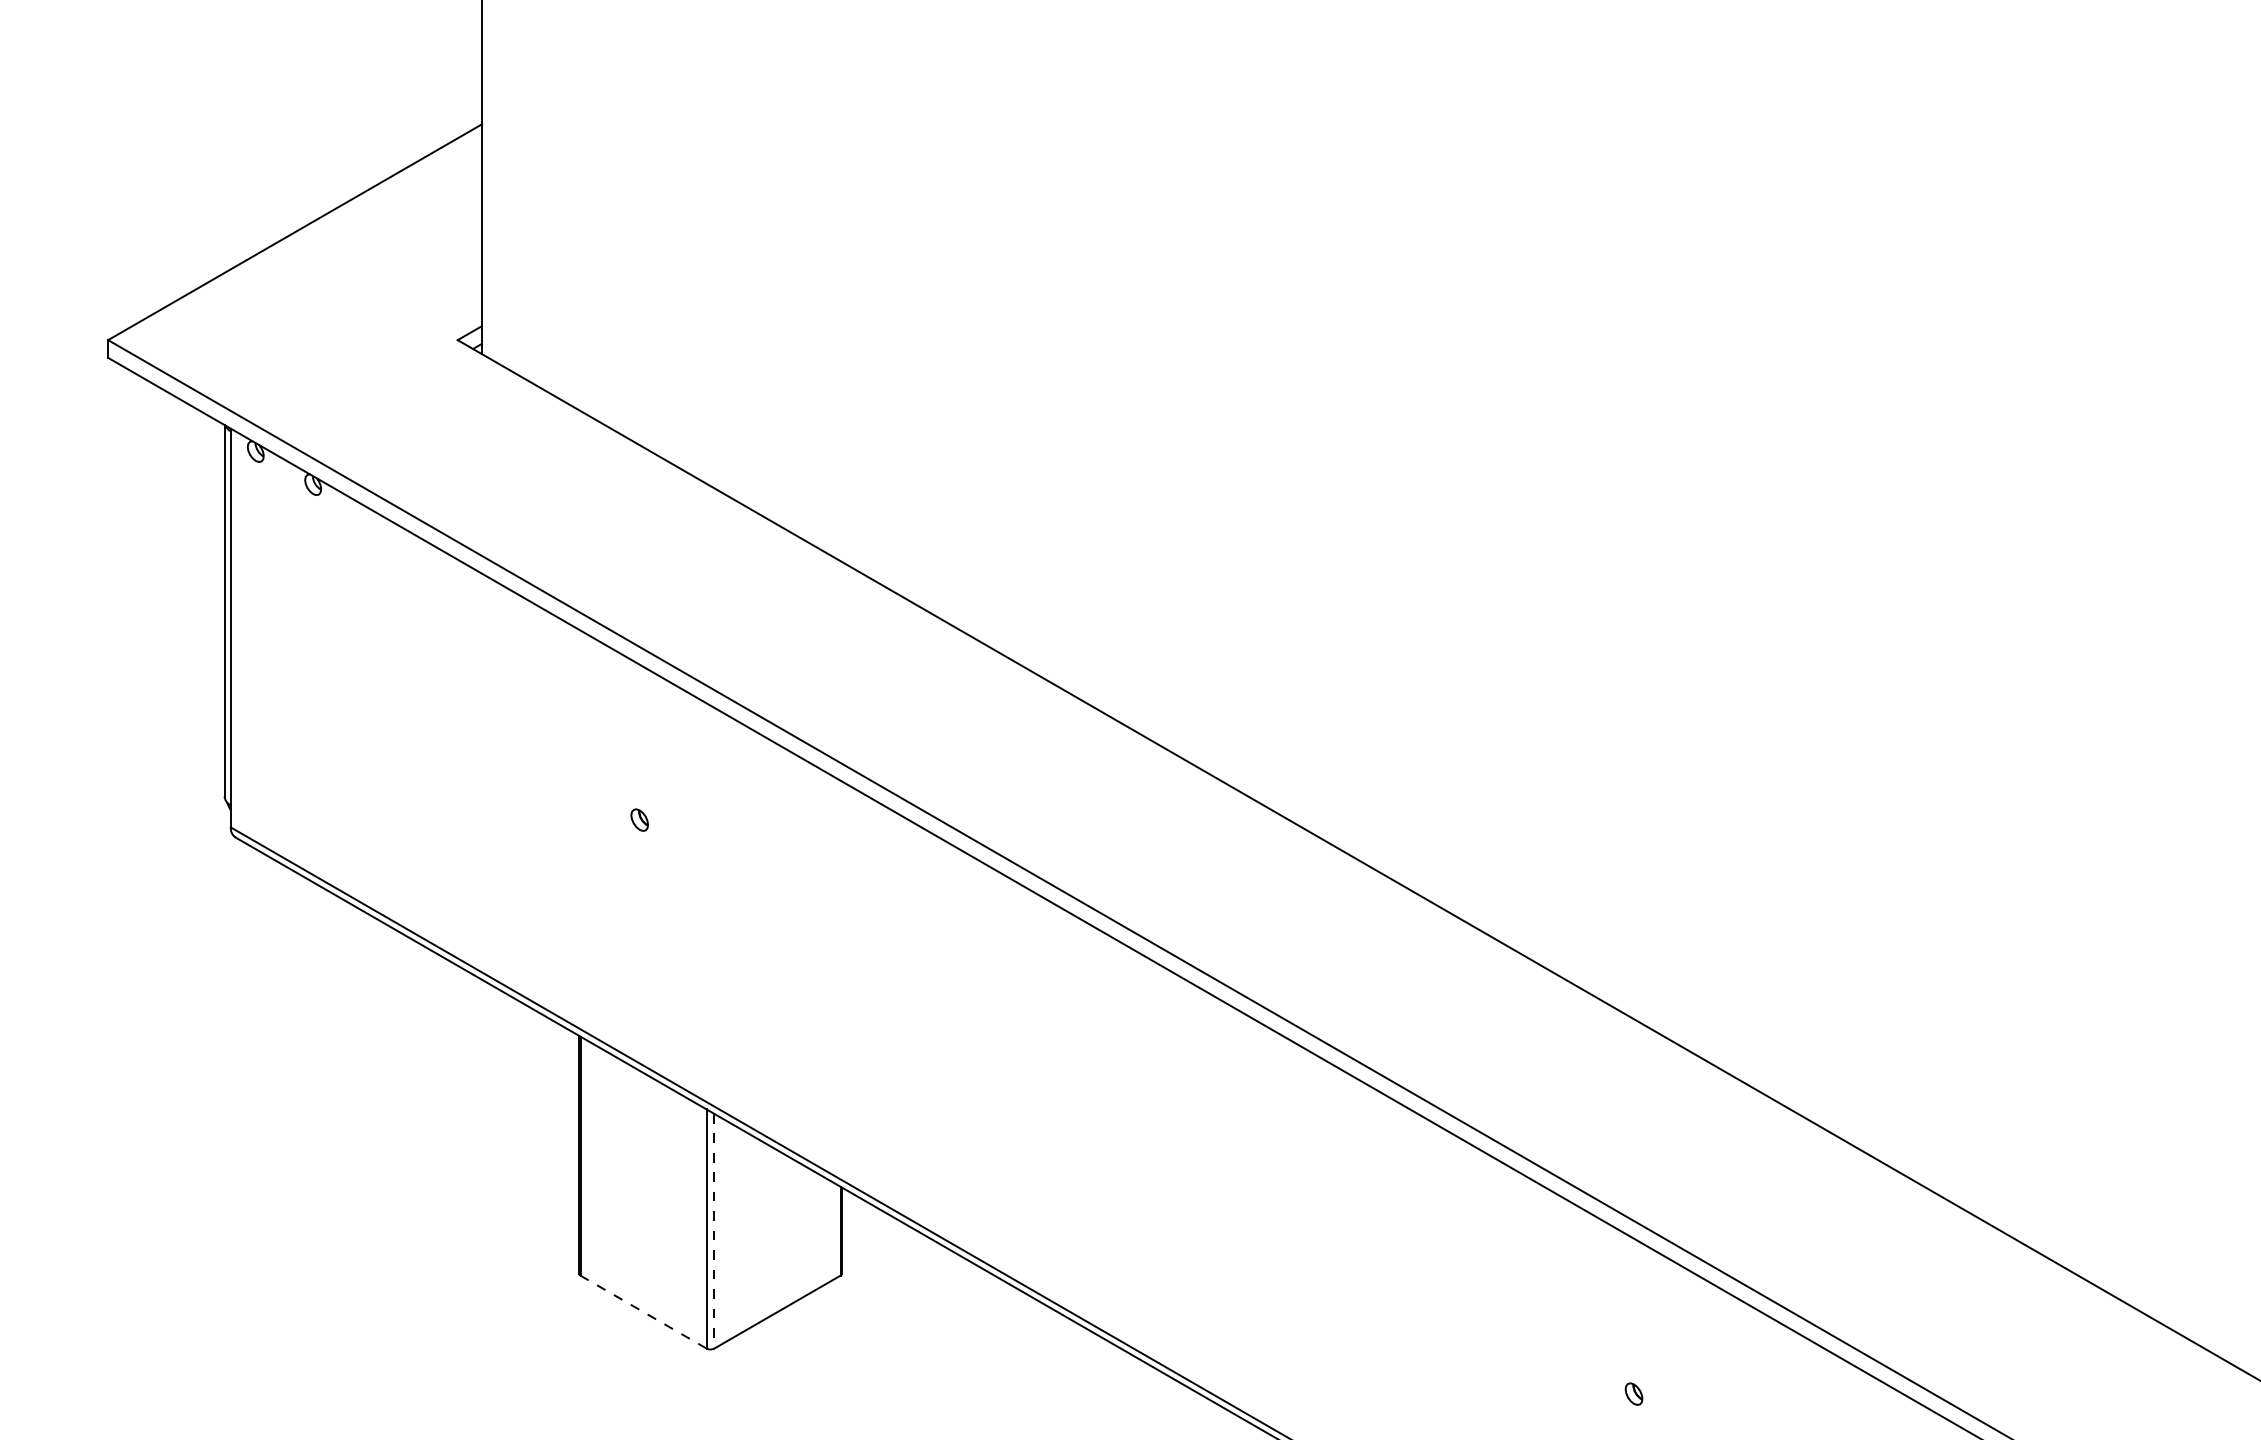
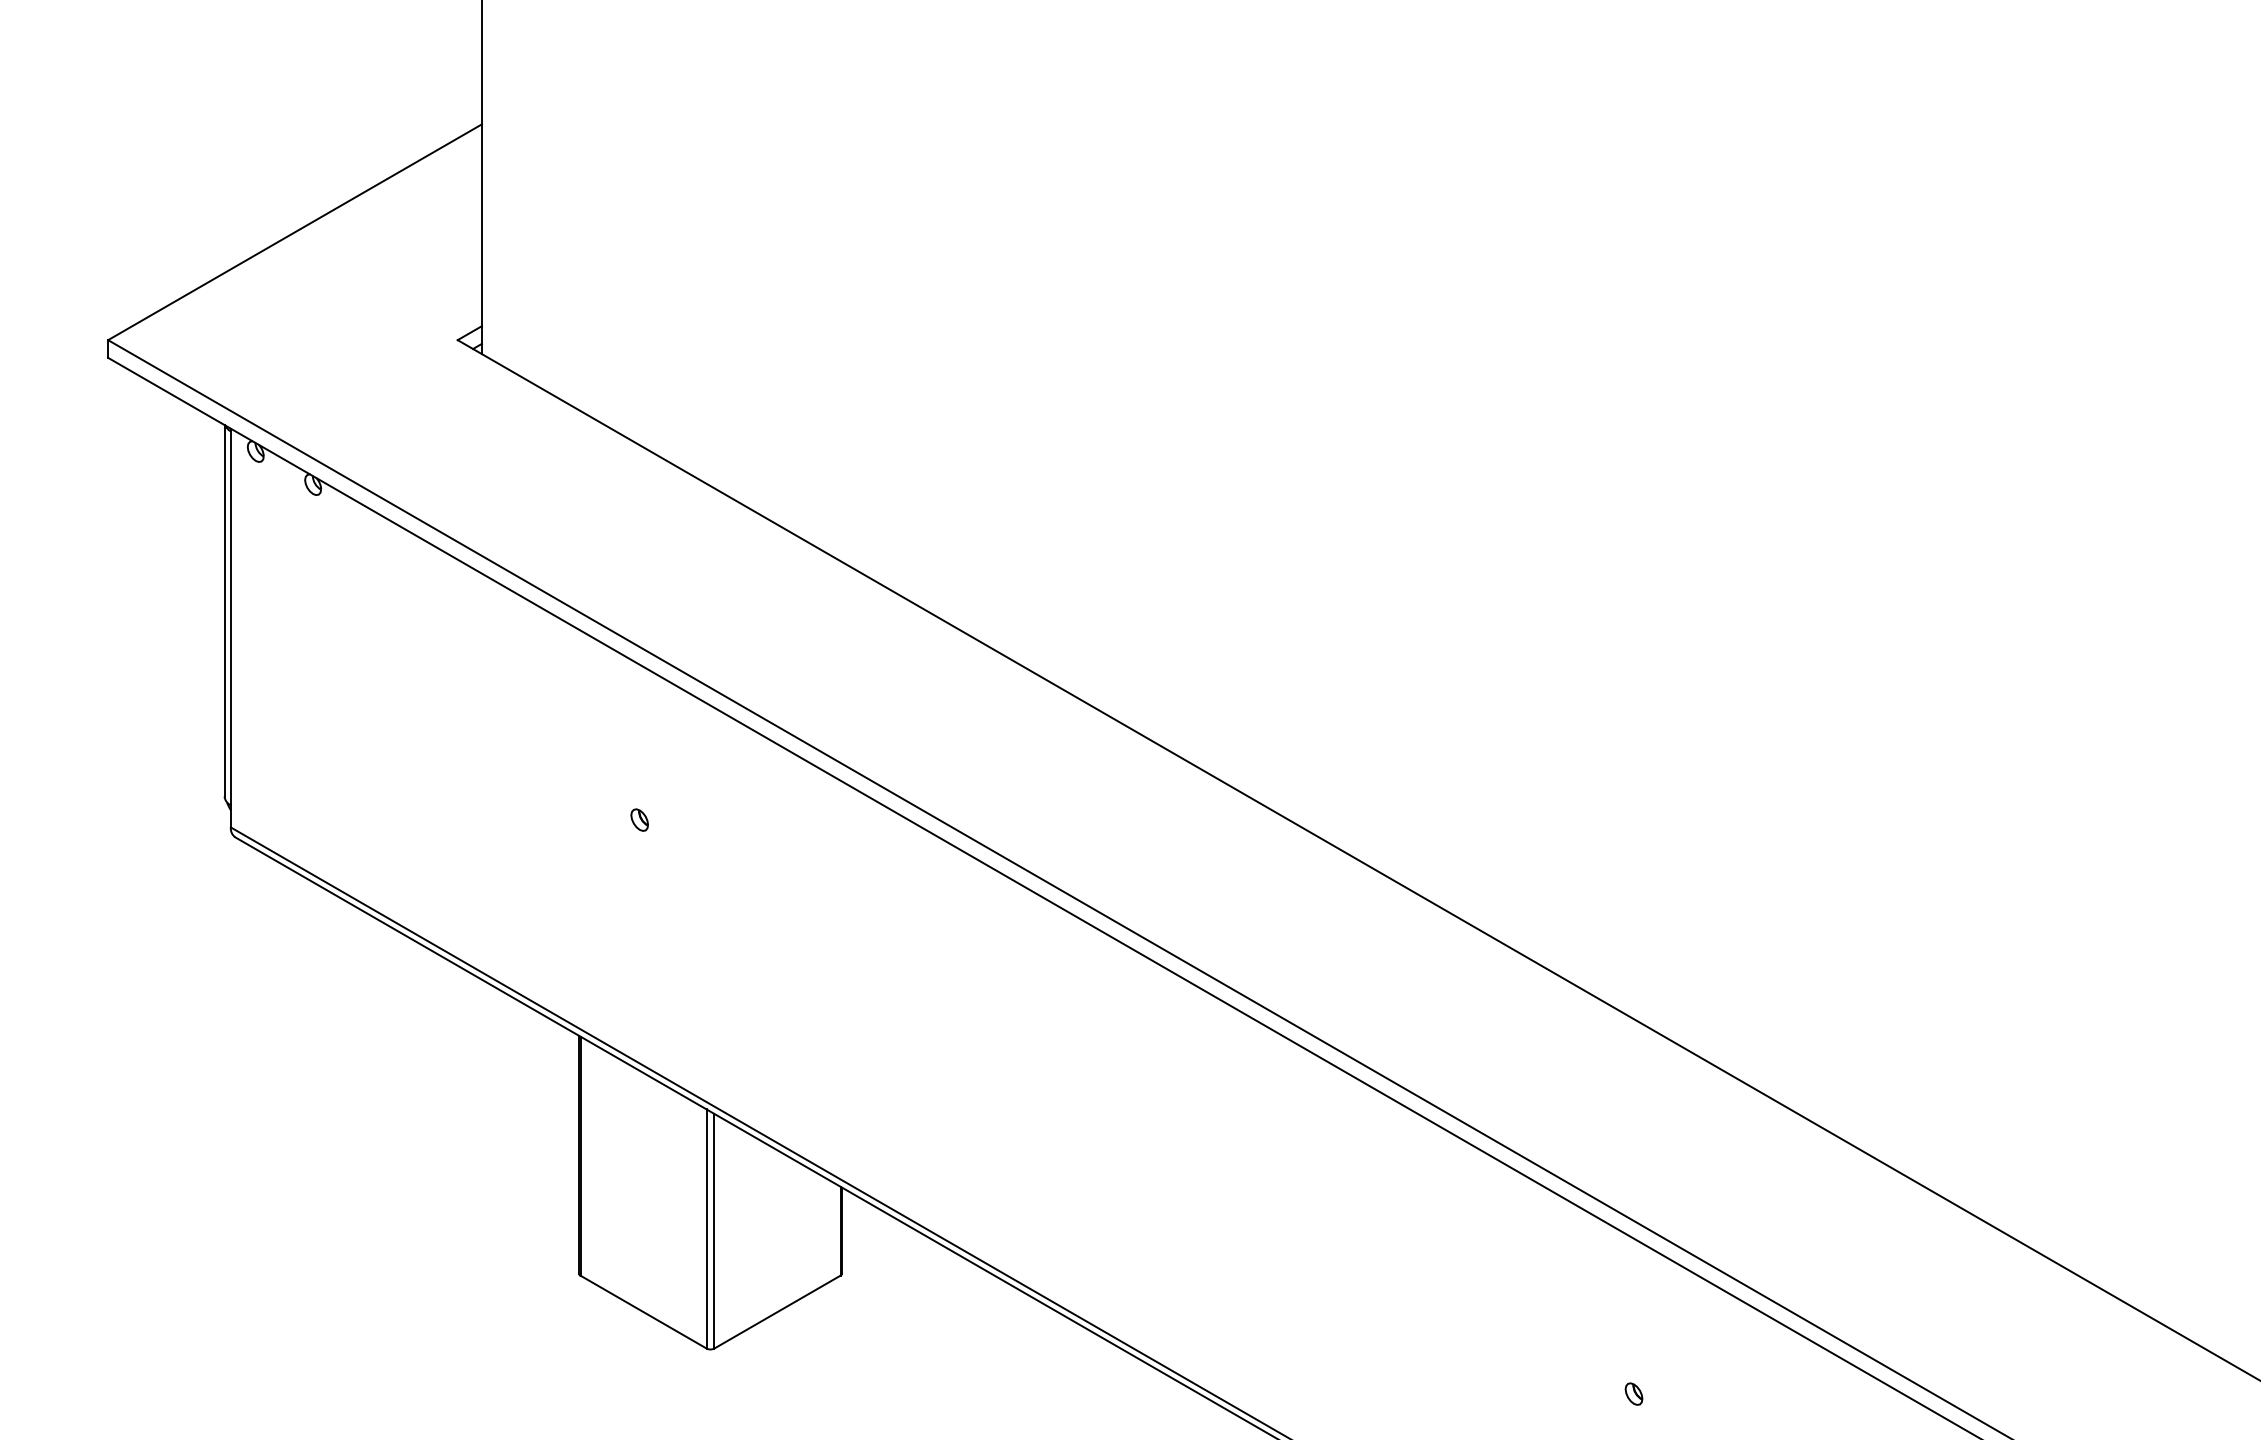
line at (714, 1231): dashed -> solid
line at (643, 1312): dashed -> solid
